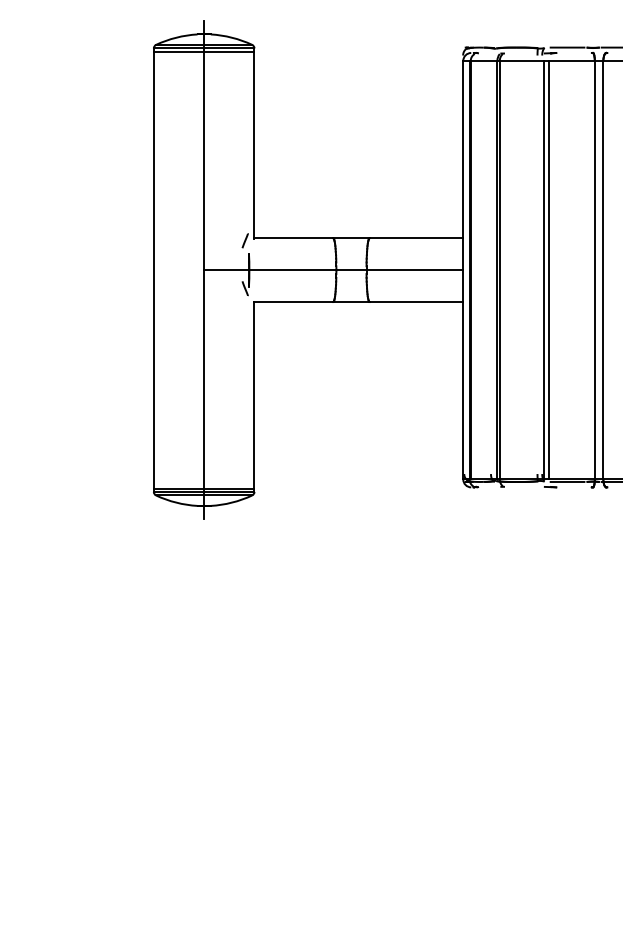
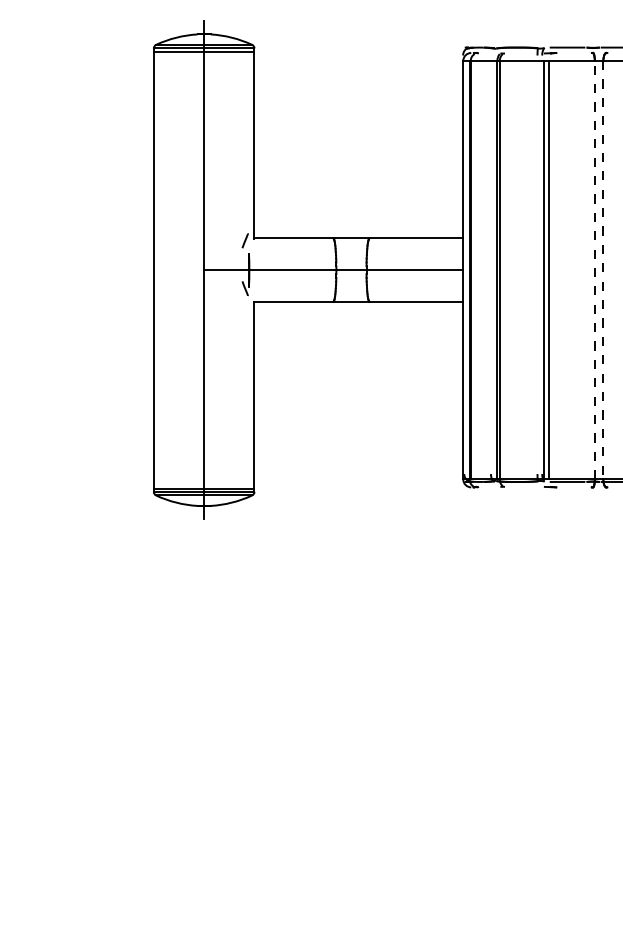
line at (594, 269): solid -> dashed
line at (603, 270): solid -> dashed
